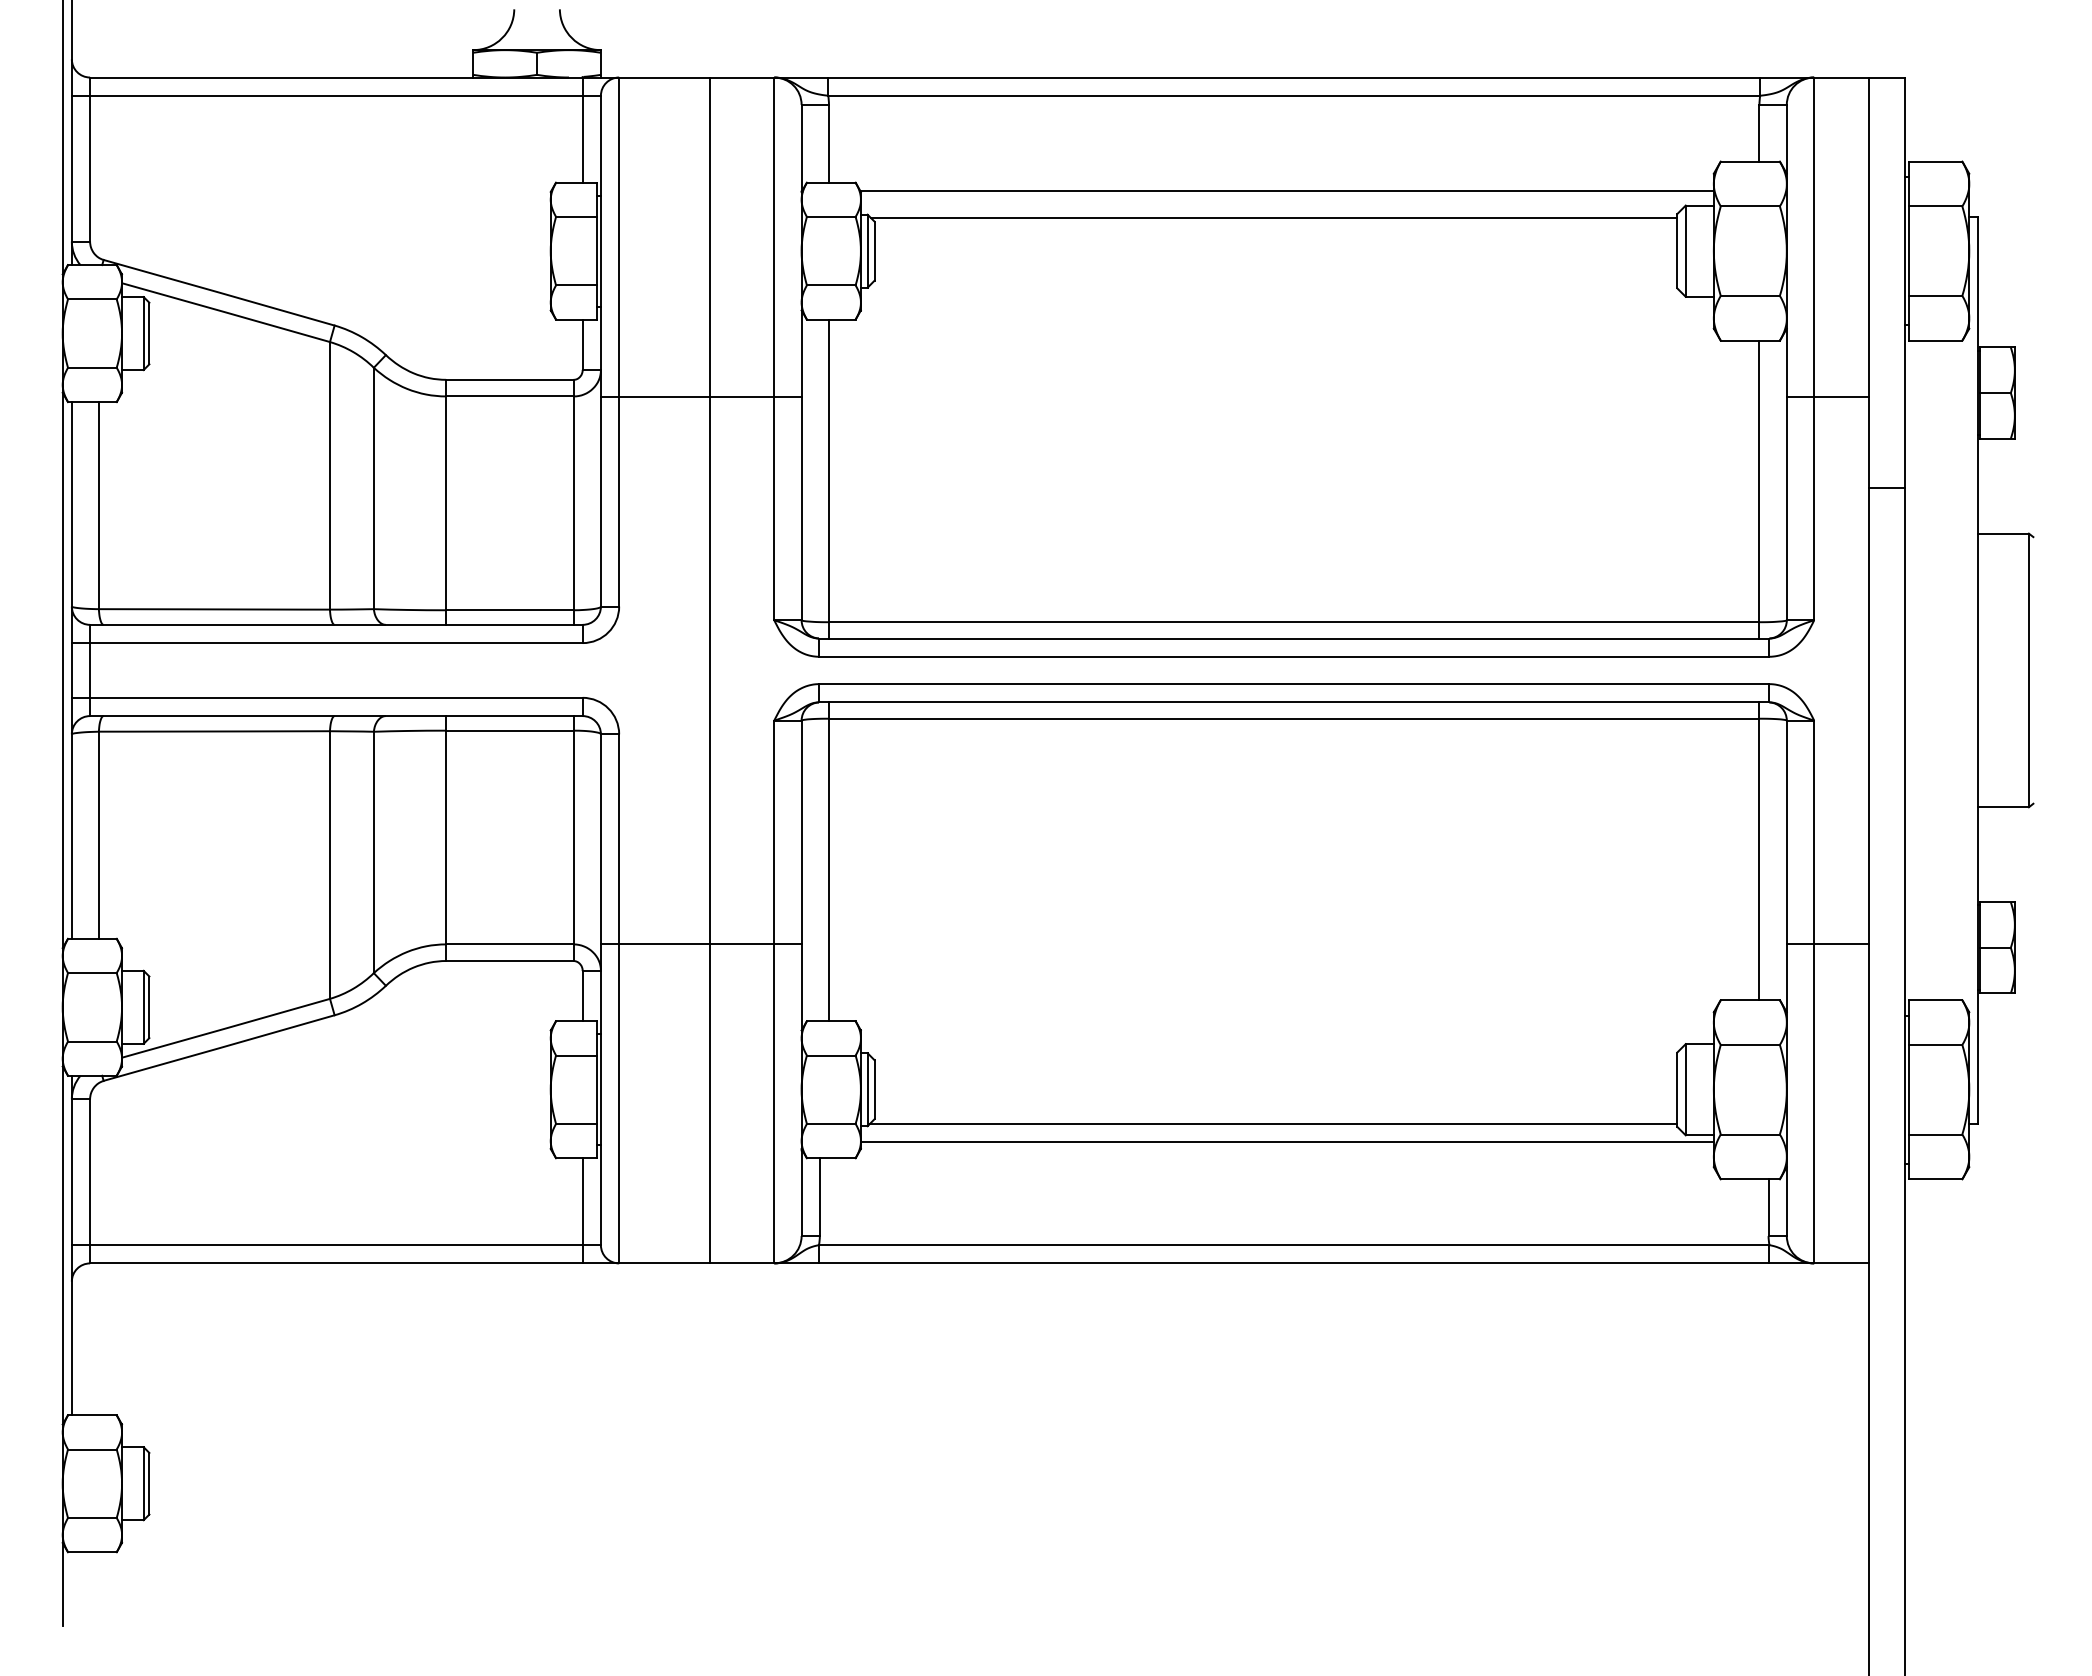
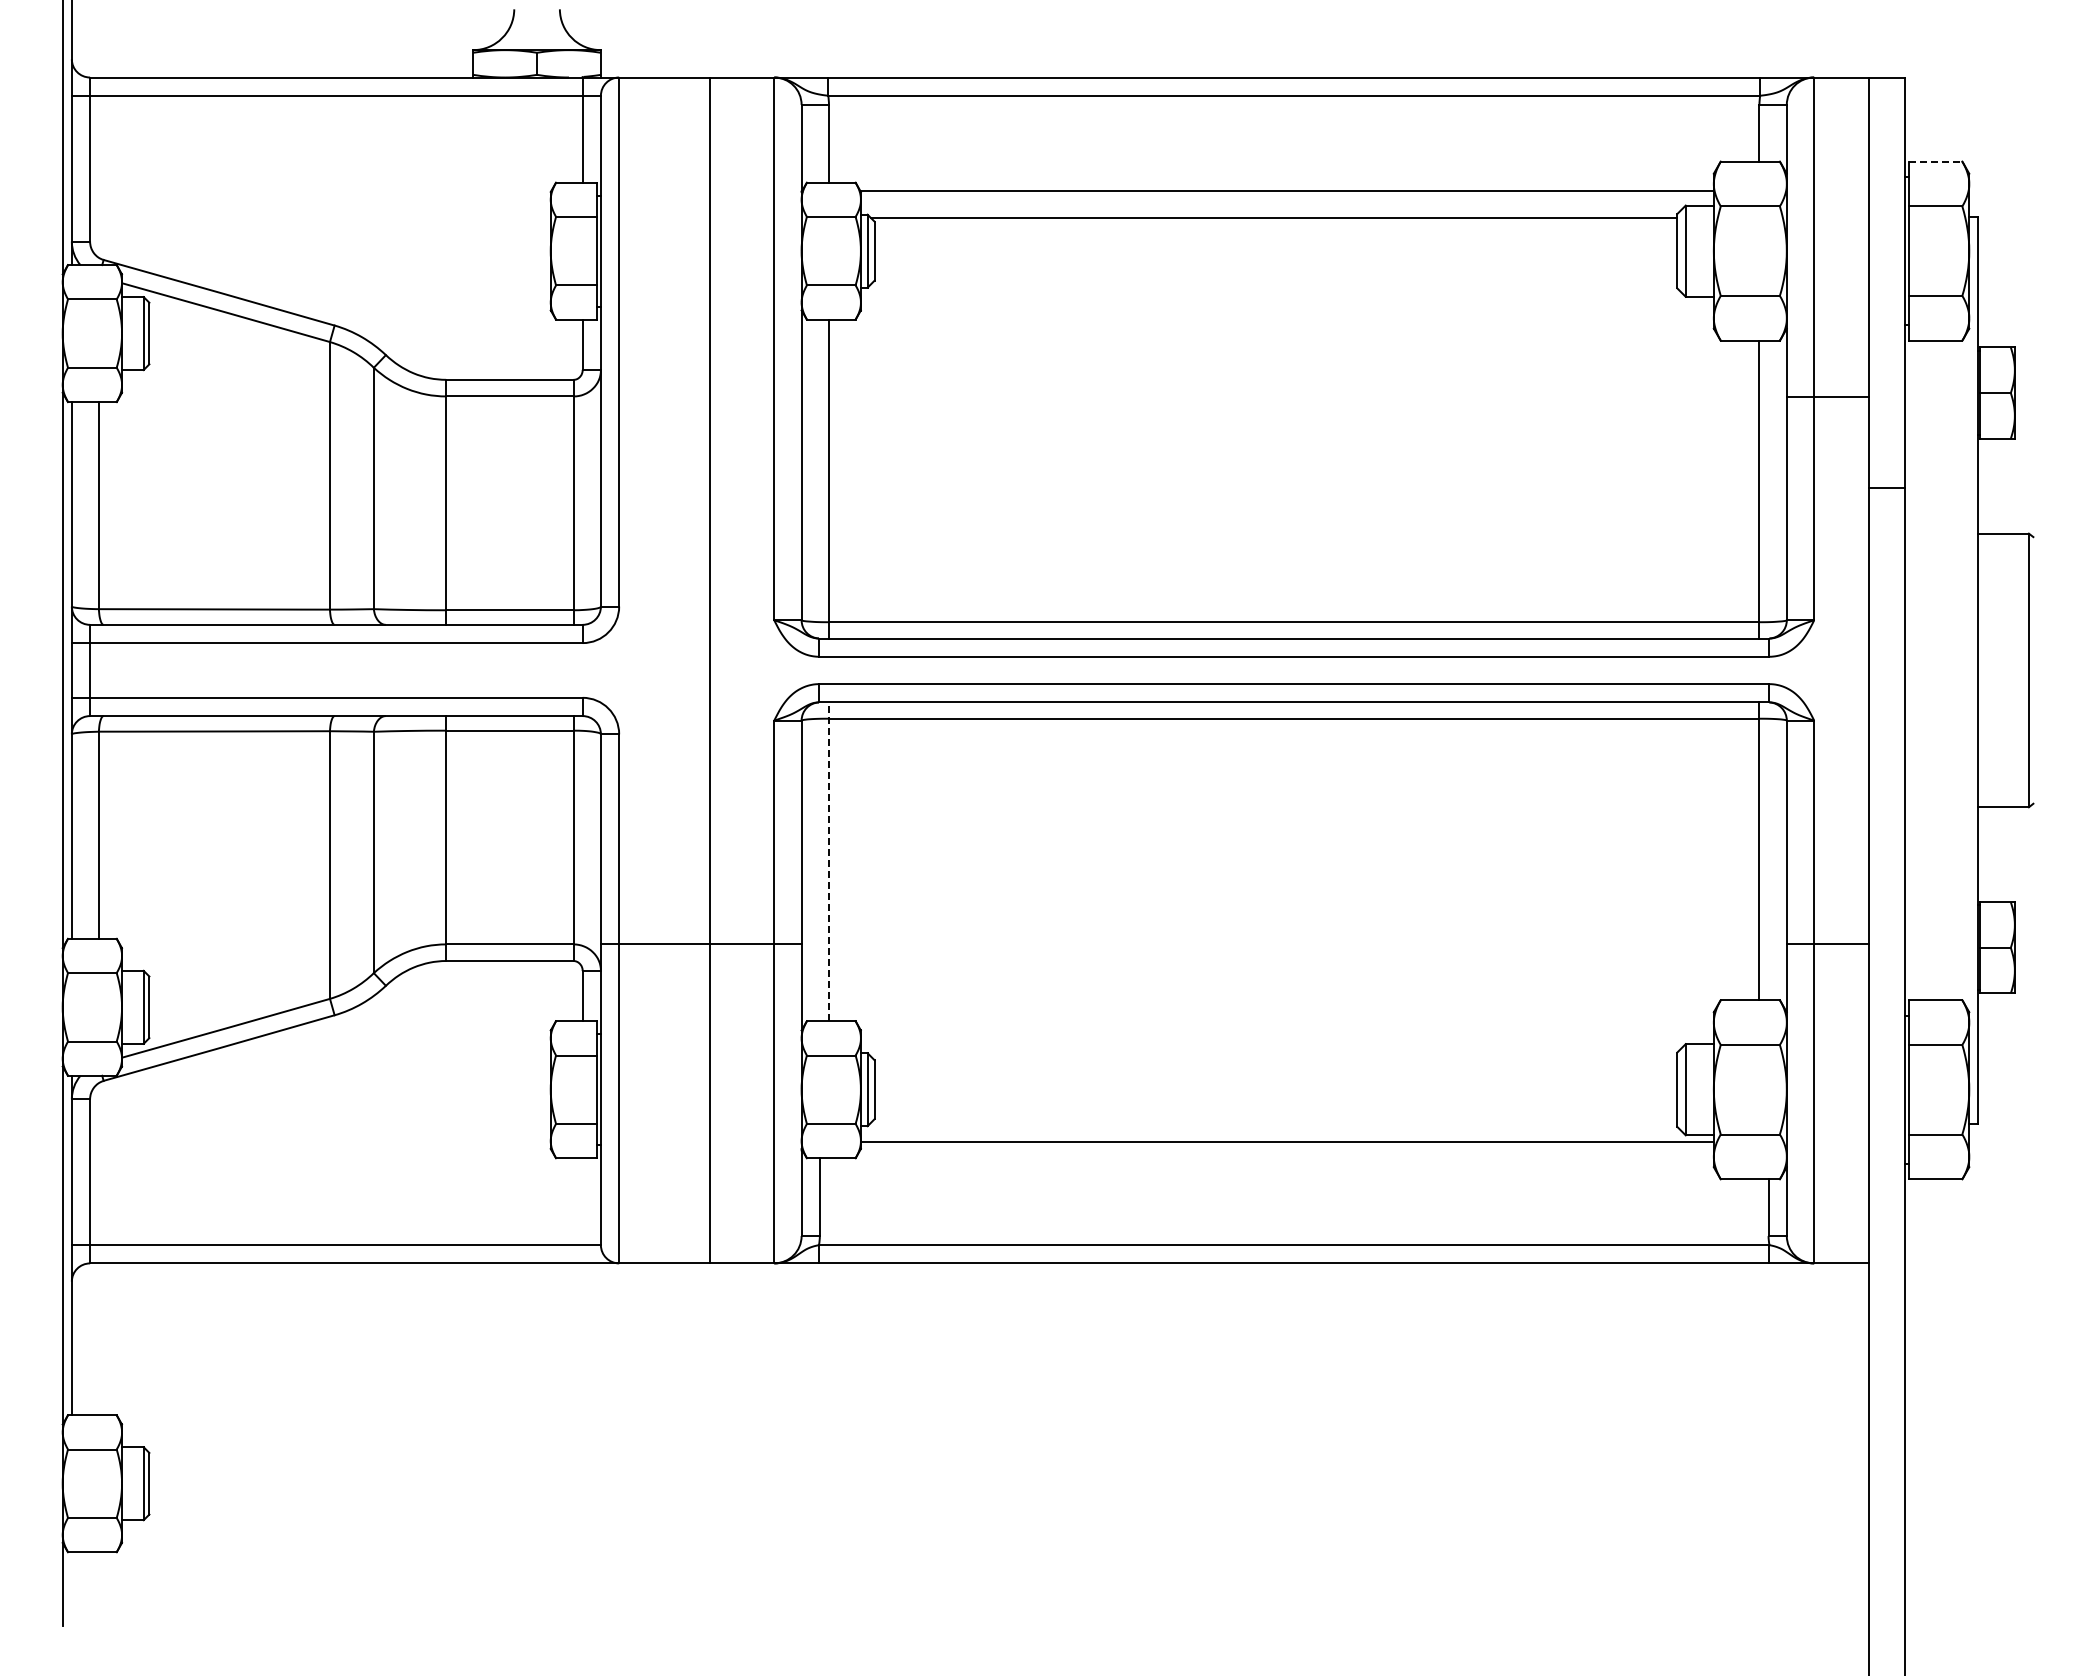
line at (1935, 161): solid -> dashed
line at (700, 396): present -> none
line at (828, 861): solid -> dashed
line at (1273, 1124): present -> none
line at (582, 1210): present -> none
